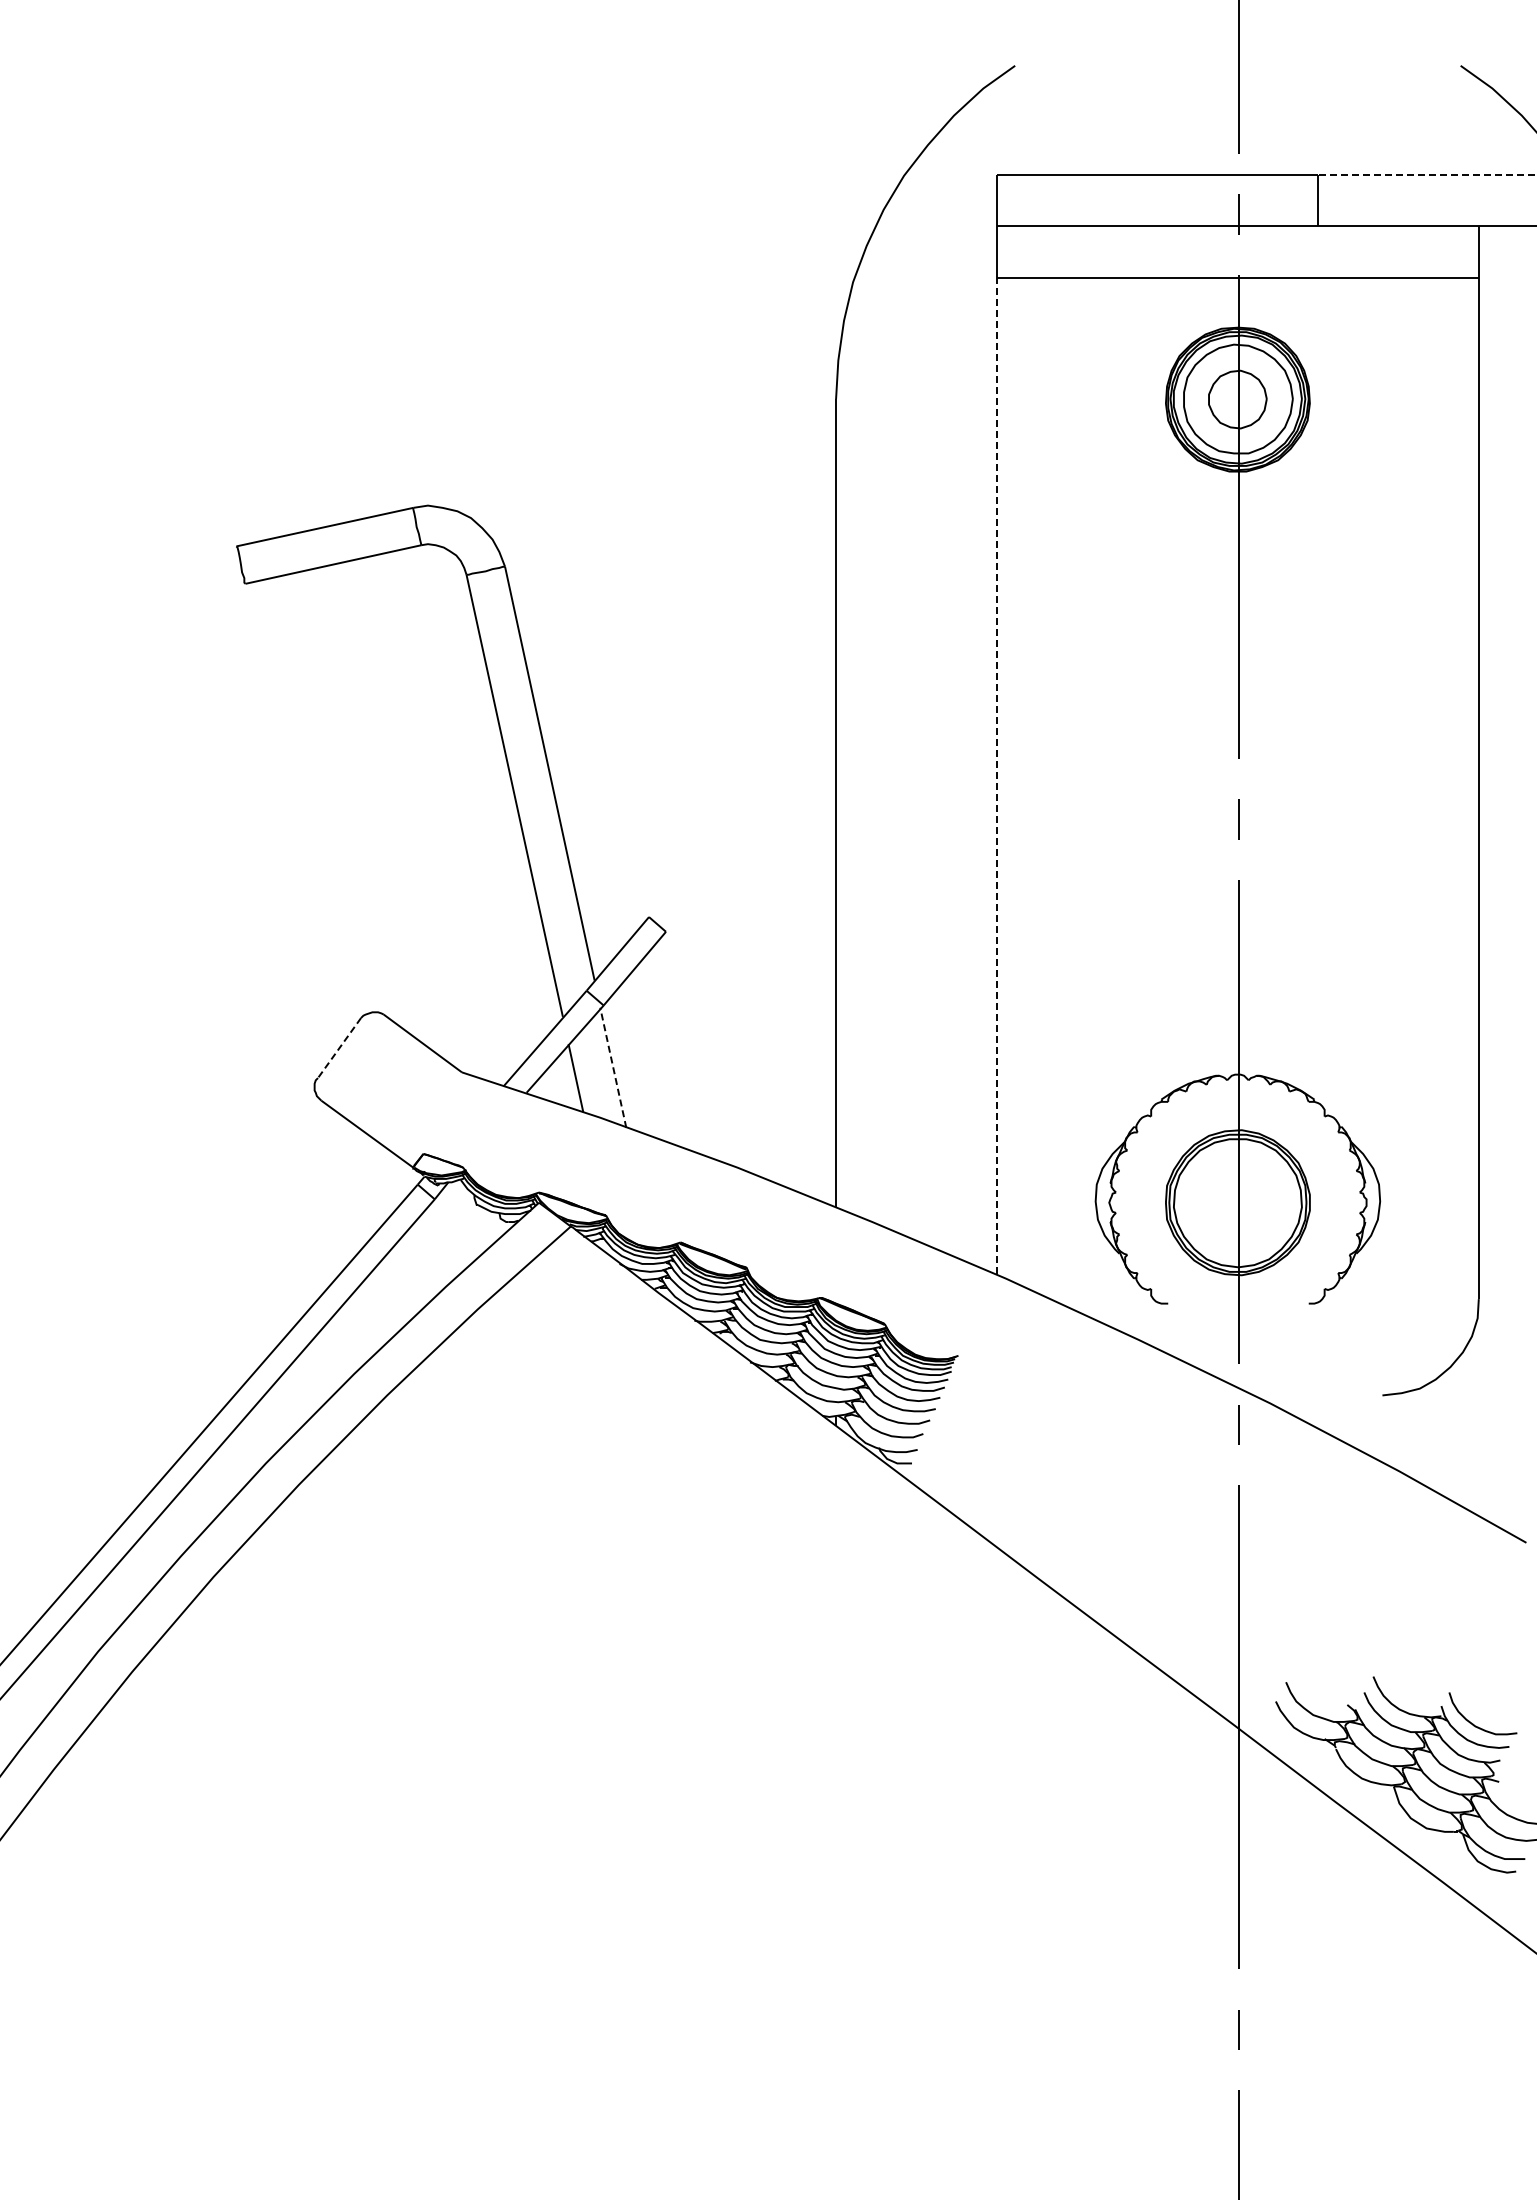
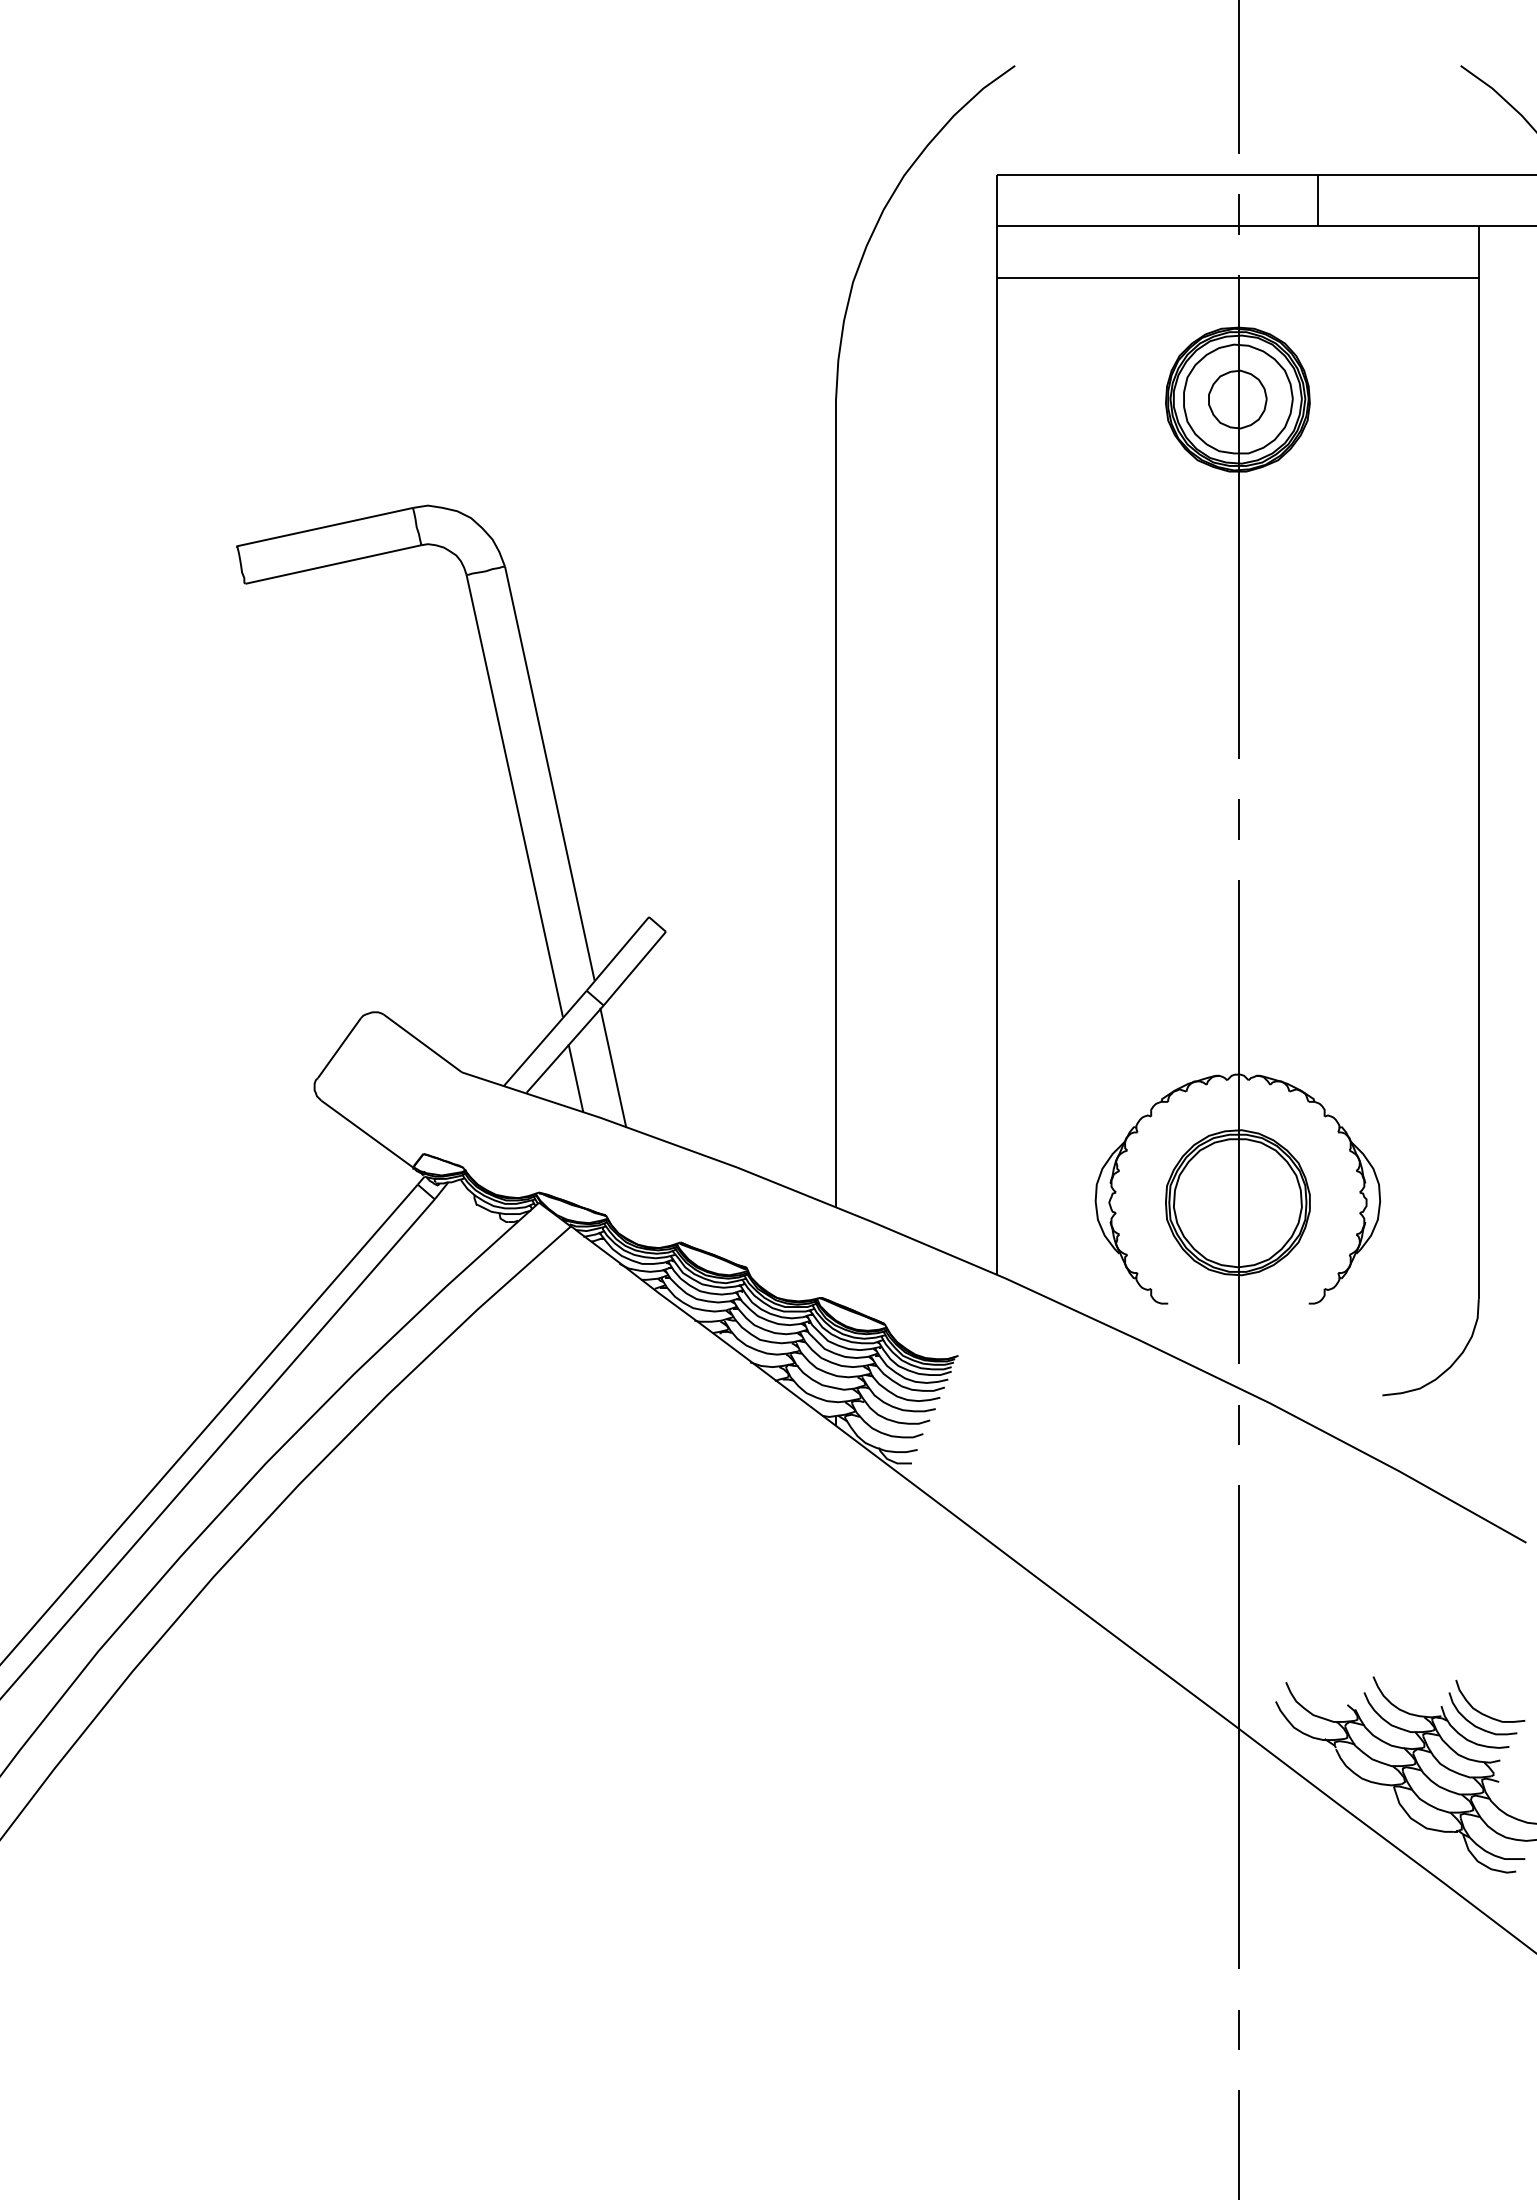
line at (1426, 174): dashed -> solid
line at (997, 775): dashed -> solid
line at (339, 1048): dashed -> solid
line at (613, 1067): dashed -> solid
curve at (1486, 1714): none -> present
